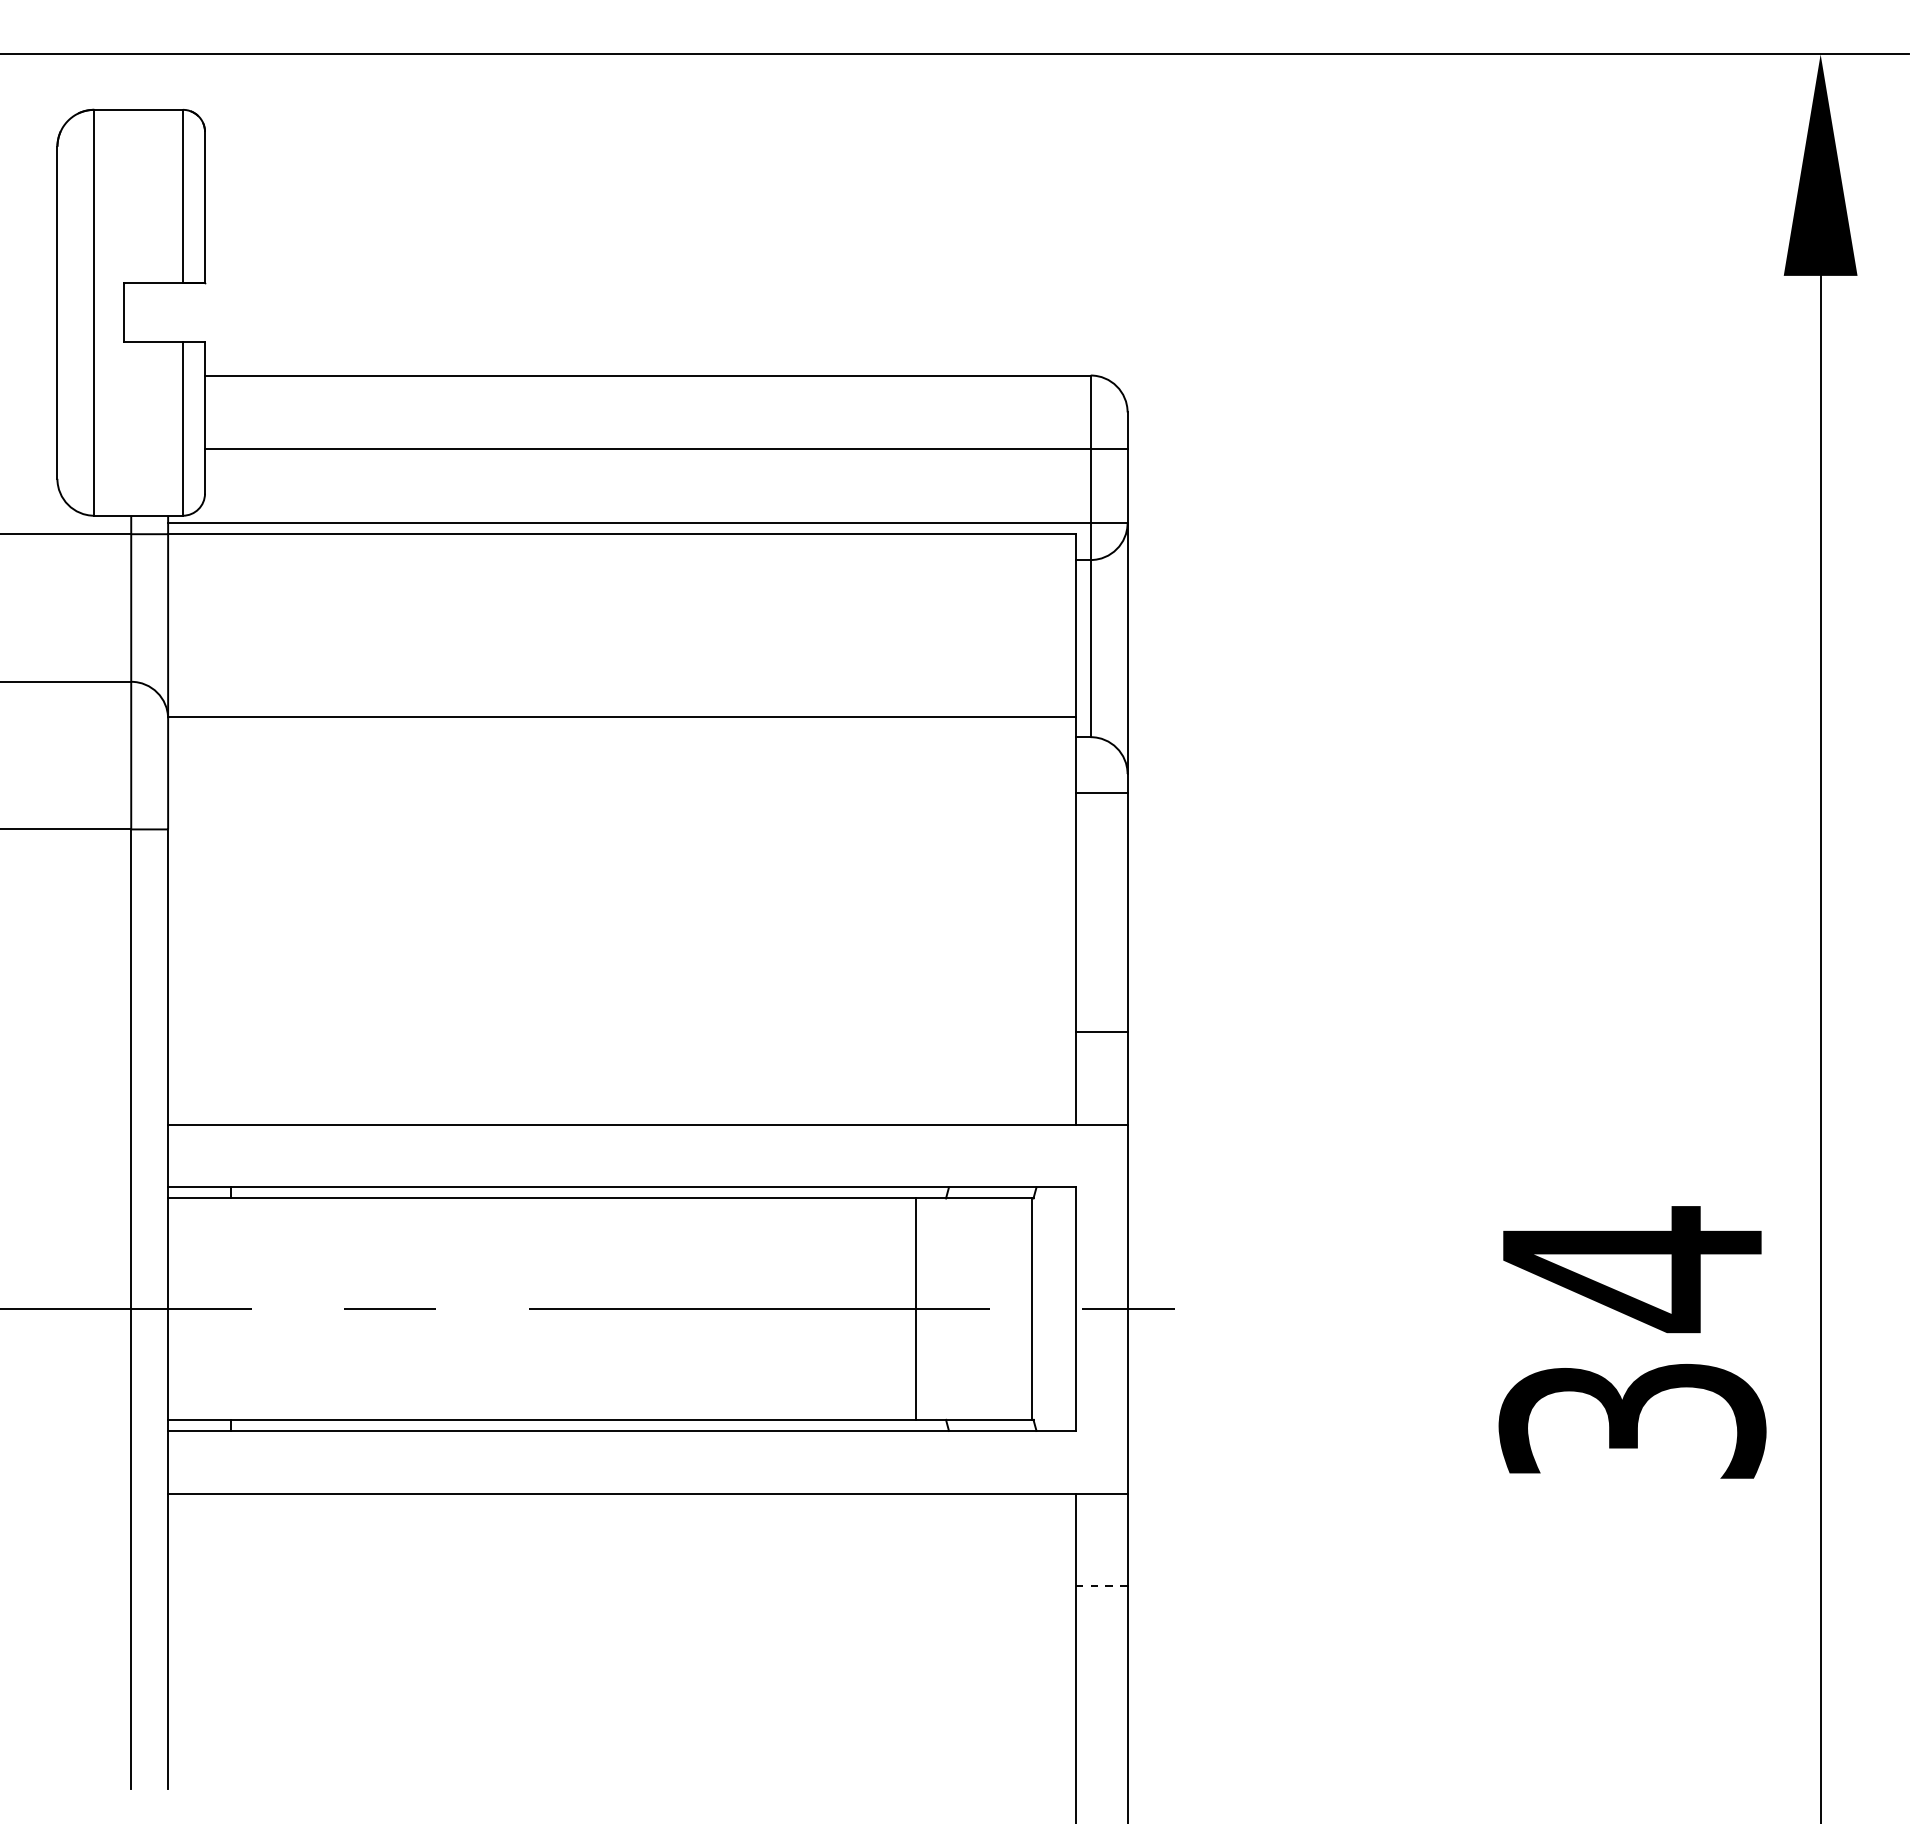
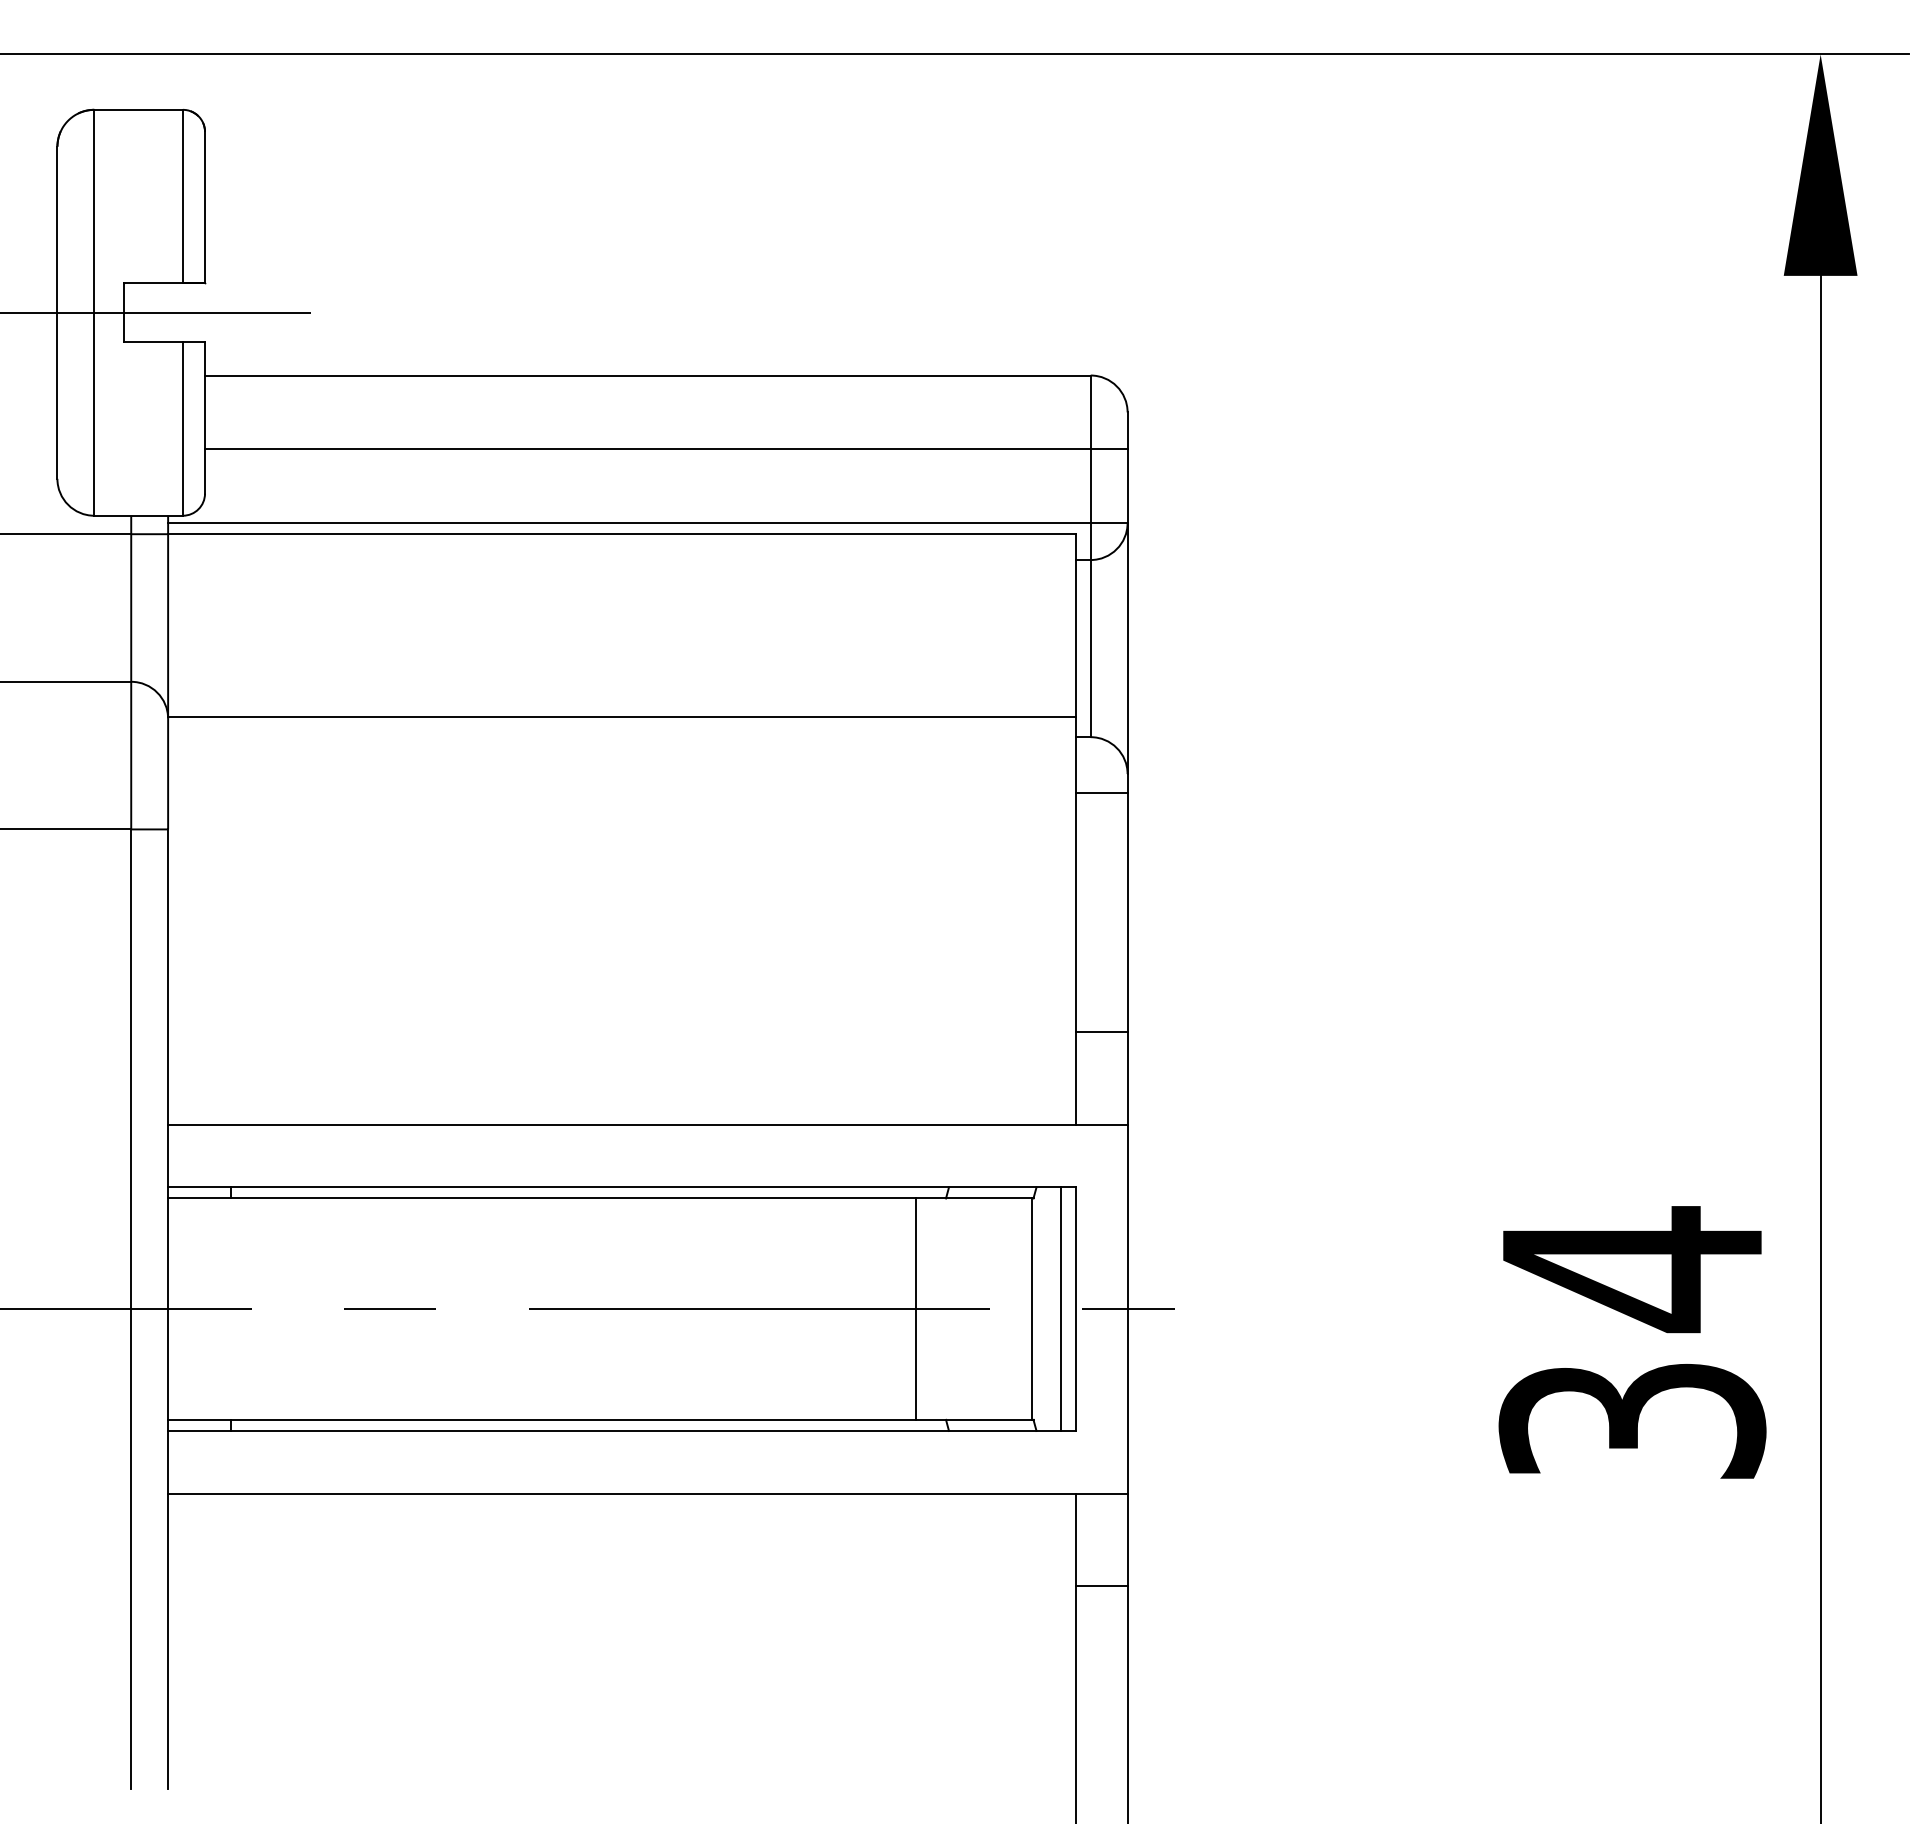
line at (156, 312): none -> present
line at (1061, 1308): none -> present
line at (1101, 1585): dashed -> solid
